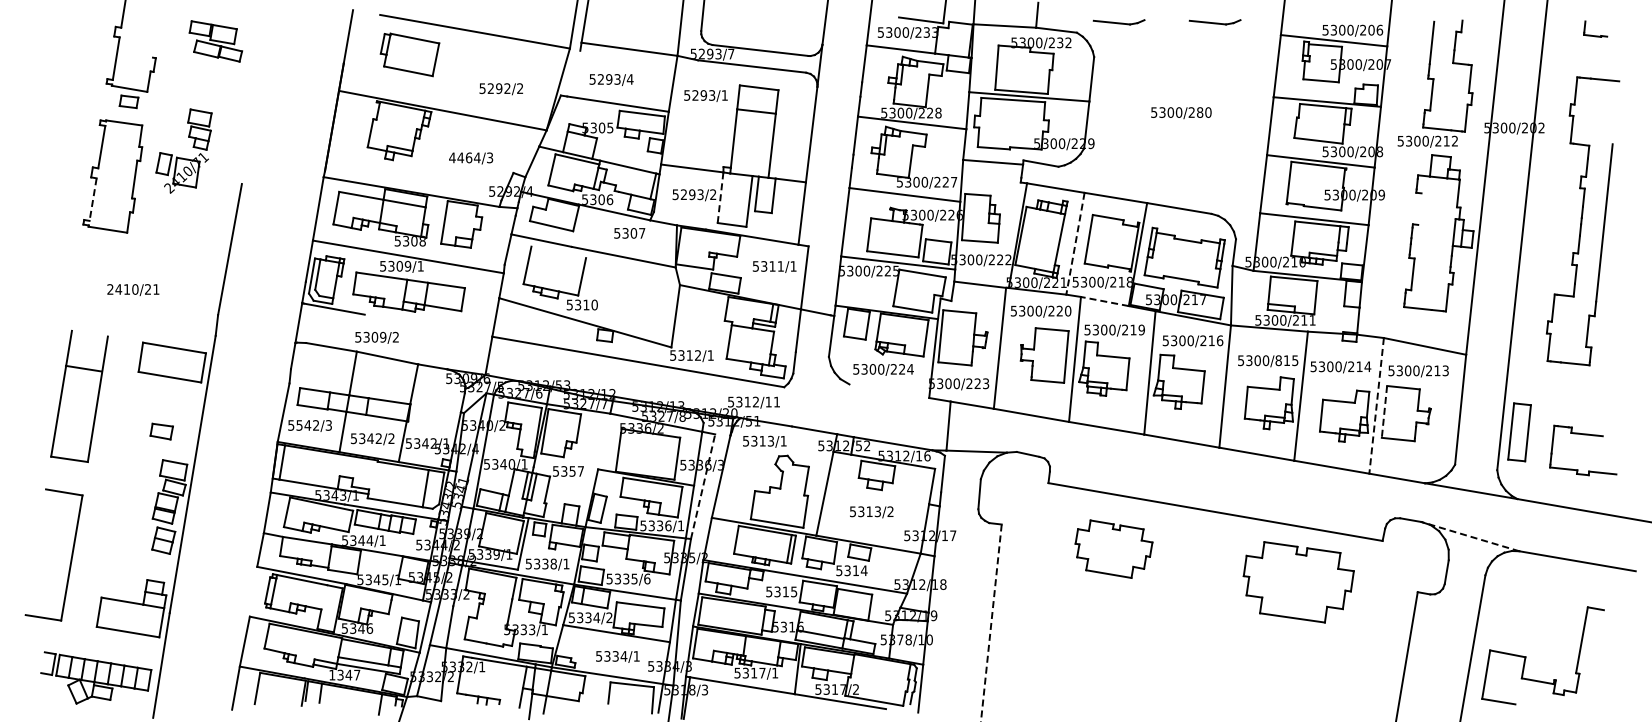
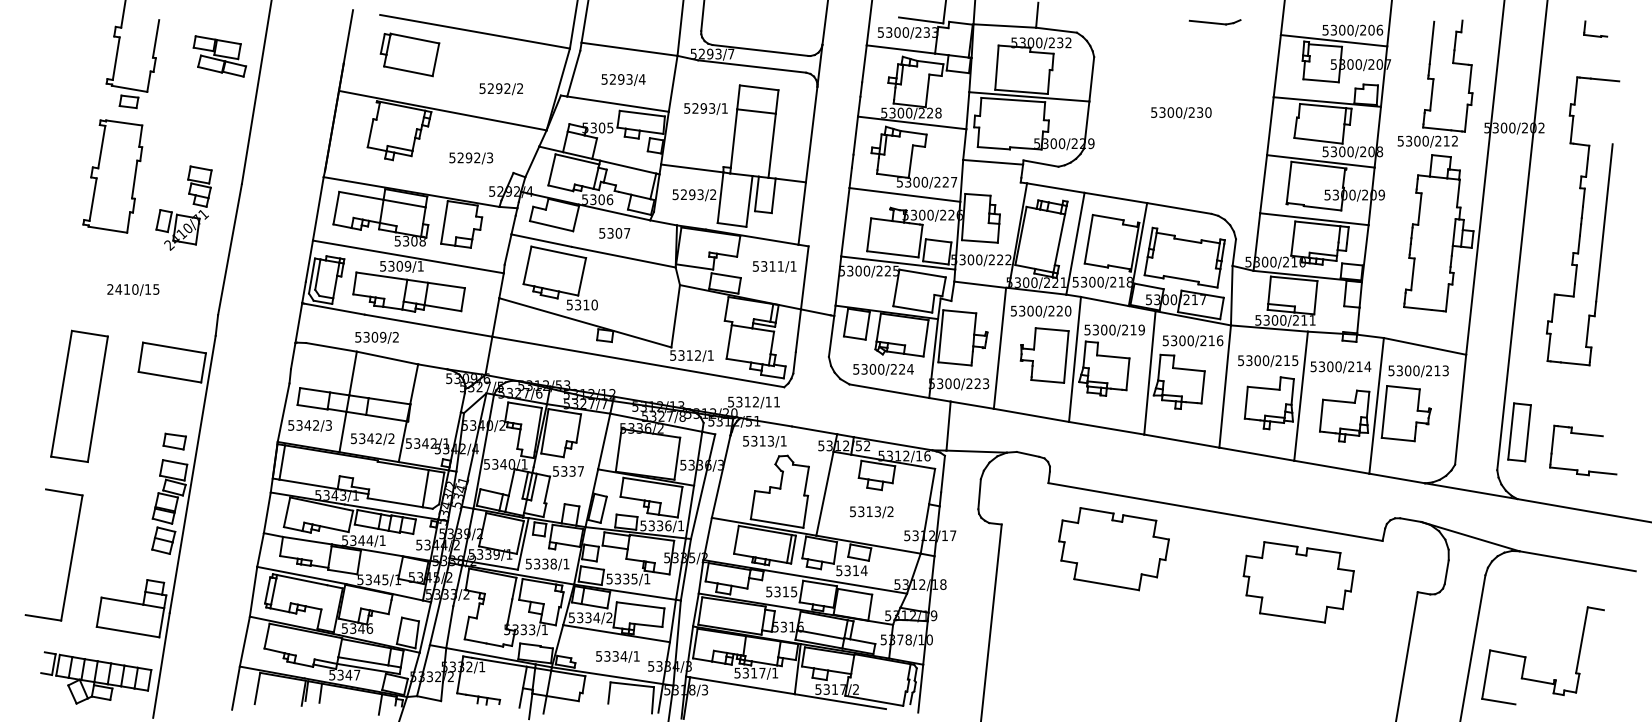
part at (1118, 22): present -> none
line at (155, 38): none -> present
part at (215, 41) position: (215, 41) -> (219, 56)
line at (573, 73): none -> present
text at (611, 79) position: (611, 79) -> (623, 79)
line at (256, 93): none -> present
text at (705, 95) position: (705, 95) -> (705, 108)
text at (1200, 112): 5300/280 -> 5300/230
part at (182, 157) position: (182, 157) -> (182, 214)
text at (464, 157): 4464/3 -> 5292/3
line at (720, 198): dashed -> solid
line at (93, 199): dashed -> solid
line at (1419, 208): none -> present
text at (629, 233) position: (629, 233) -> (614, 233)
line at (1075, 243): dashed -> solid
line at (558, 252): none -> present
text at (152, 289): 2410/21 -> 2410/15
line at (1104, 301): dashed -> solid
line at (428, 325): none -> present
text at (1278, 360): 5300/815 -> 5300/215
line at (83, 368) position: (83, 368) -> (89, 333)
line at (889, 391): none -> present
line at (1376, 406): dashed -> solid
line at (1384, 412): dashed -> solid
text at (299, 424): 5542/3 -> 5342/3
part at (161, 431) position: (161, 431) -> (174, 441)
line at (604, 441): none -> present
text at (572, 470): 5357 -> 5337
line at (703, 486): dashed -> solid
line at (1469, 536): dashed -> solid
part at (1113, 548) size: 80x60 px -> 112x85 px
text at (647, 578): 5335/6 -> 5335/1
line at (253, 591): none -> present
line at (991, 622): dashed -> solid
text at (332, 674): 1347 -> 5347
